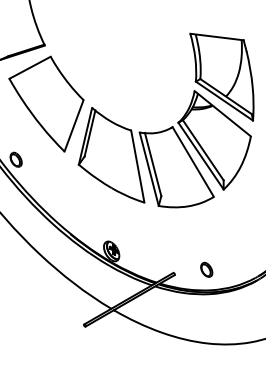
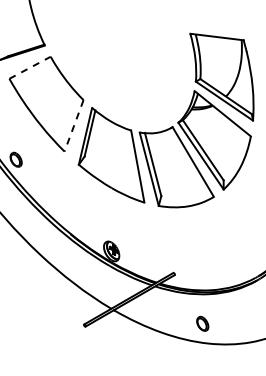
line at (30, 67): solid -> dashed
line at (73, 126): solid -> dashed
part at (206, 269) position: (206, 269) -> (202, 323)
